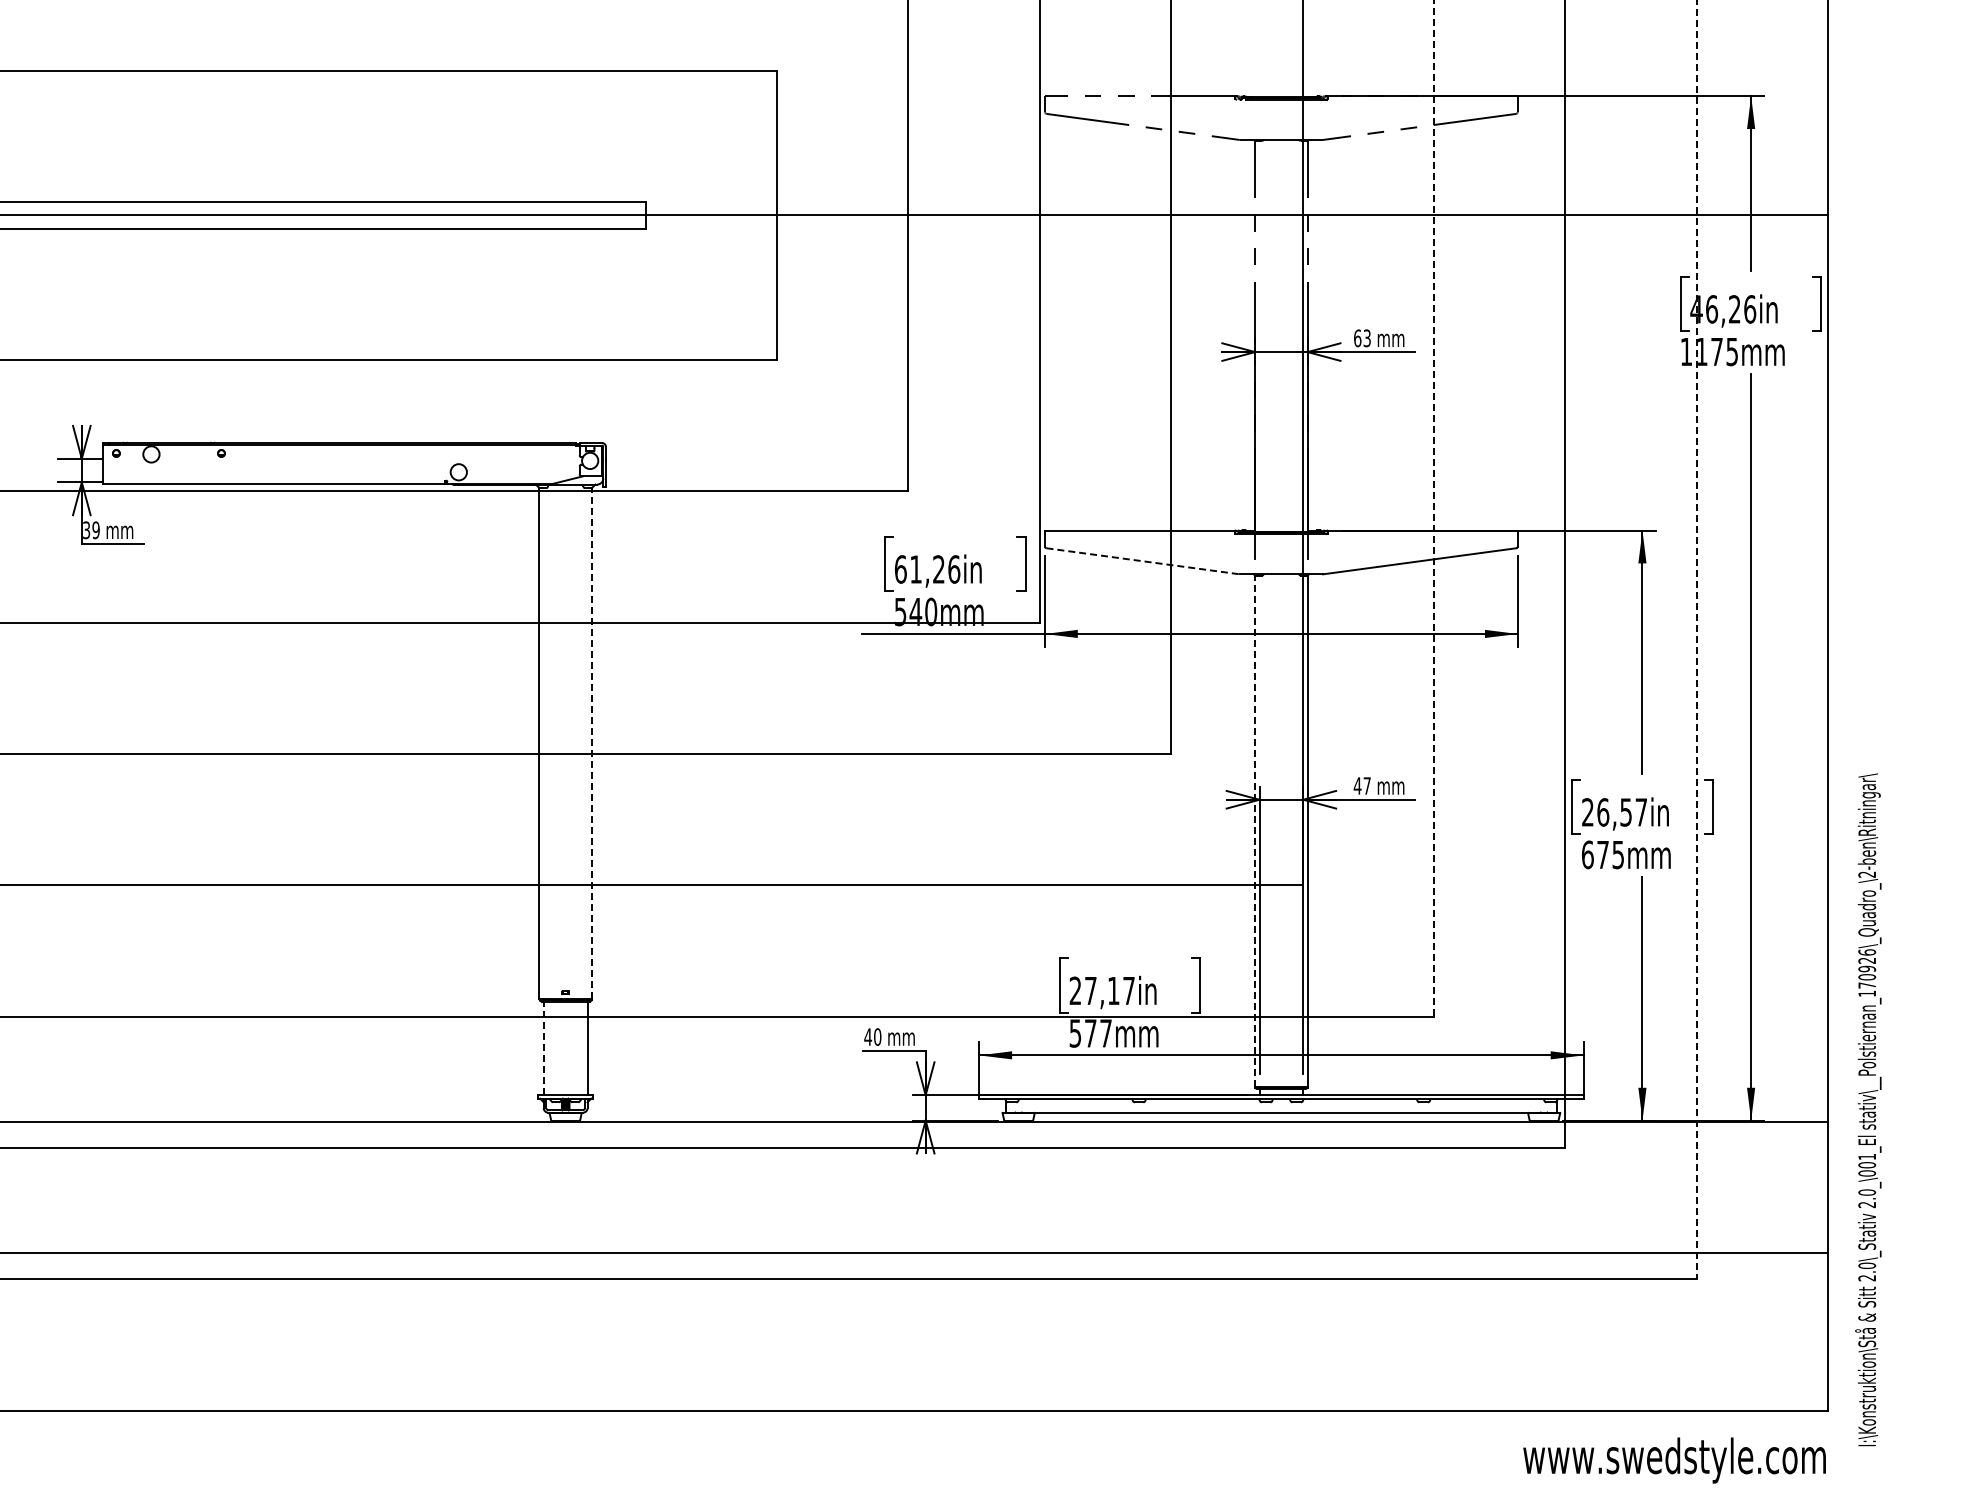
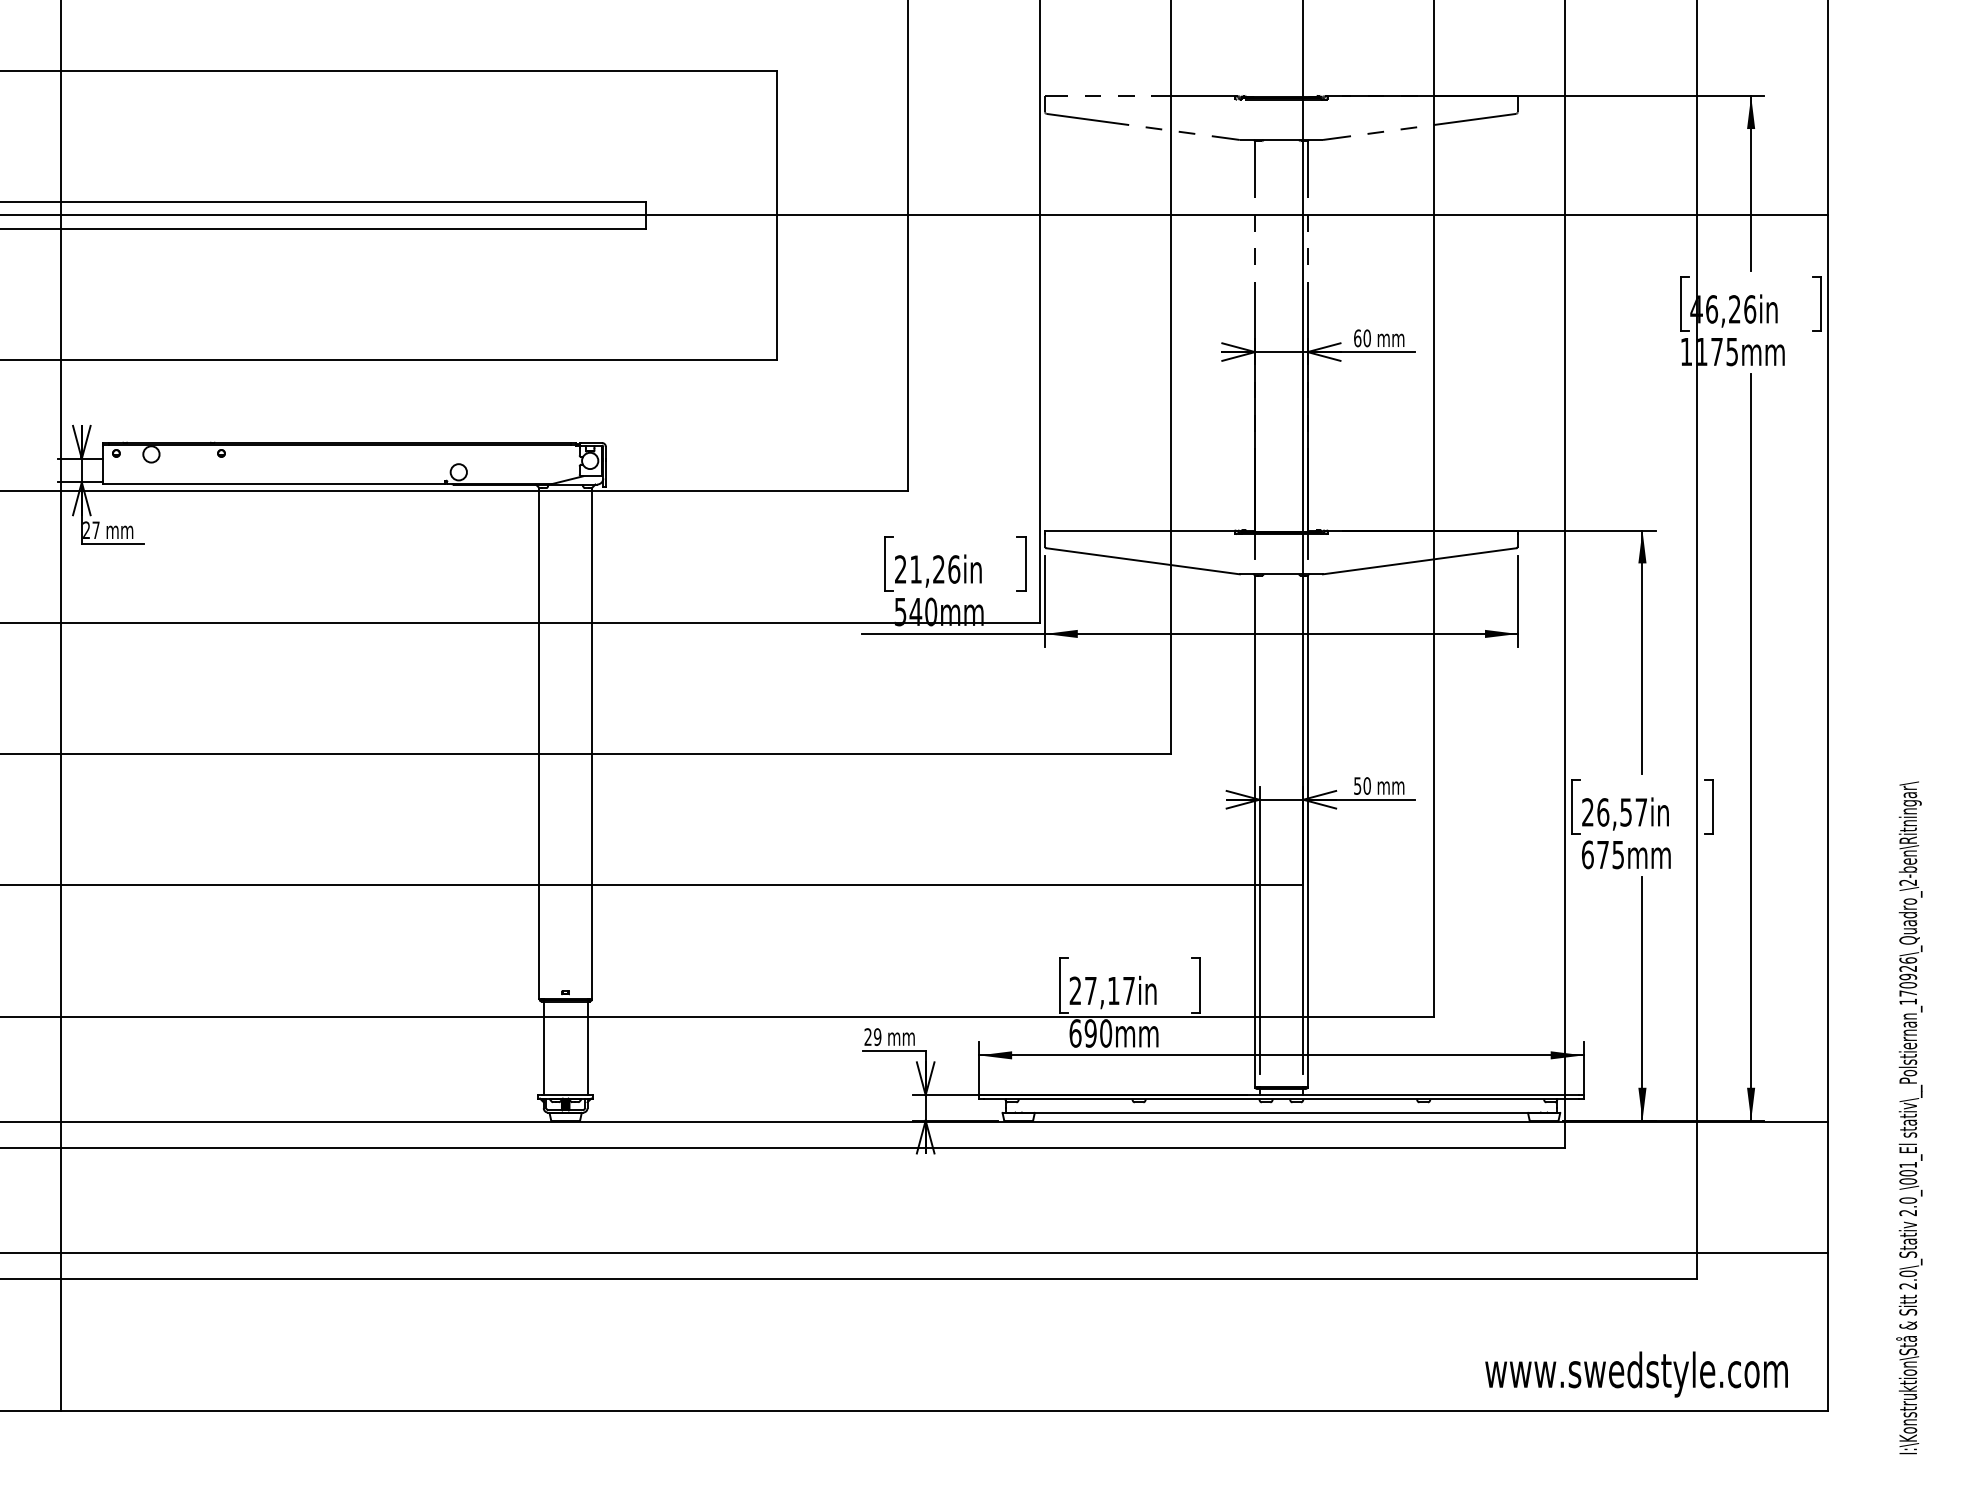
text at (1366, 338): 63 -> 60
line at (1433, 508): dashed -> solid
text at (91, 530): 39 -> 27
line at (1143, 561): dashed -> solid
text at (900, 569): 61,26in -> 21,26in
line at (1696, 639): dashed -> solid
line at (61, 706): none -> present
line at (591, 743): dashed -> solid
text at (1361, 785): 47 -> 50
line at (1255, 831): dashed -> solid
text at (1090, 1033): 577mm -> 690mm
text at (872, 1036): 40 -> 29
line at (543, 1048): dashed -> solid
text at (1868, 1109) position: (1868, 1109) -> (1909, 1117)
text at (1674, 1460) position: (1674, 1460) -> (1636, 1374)
